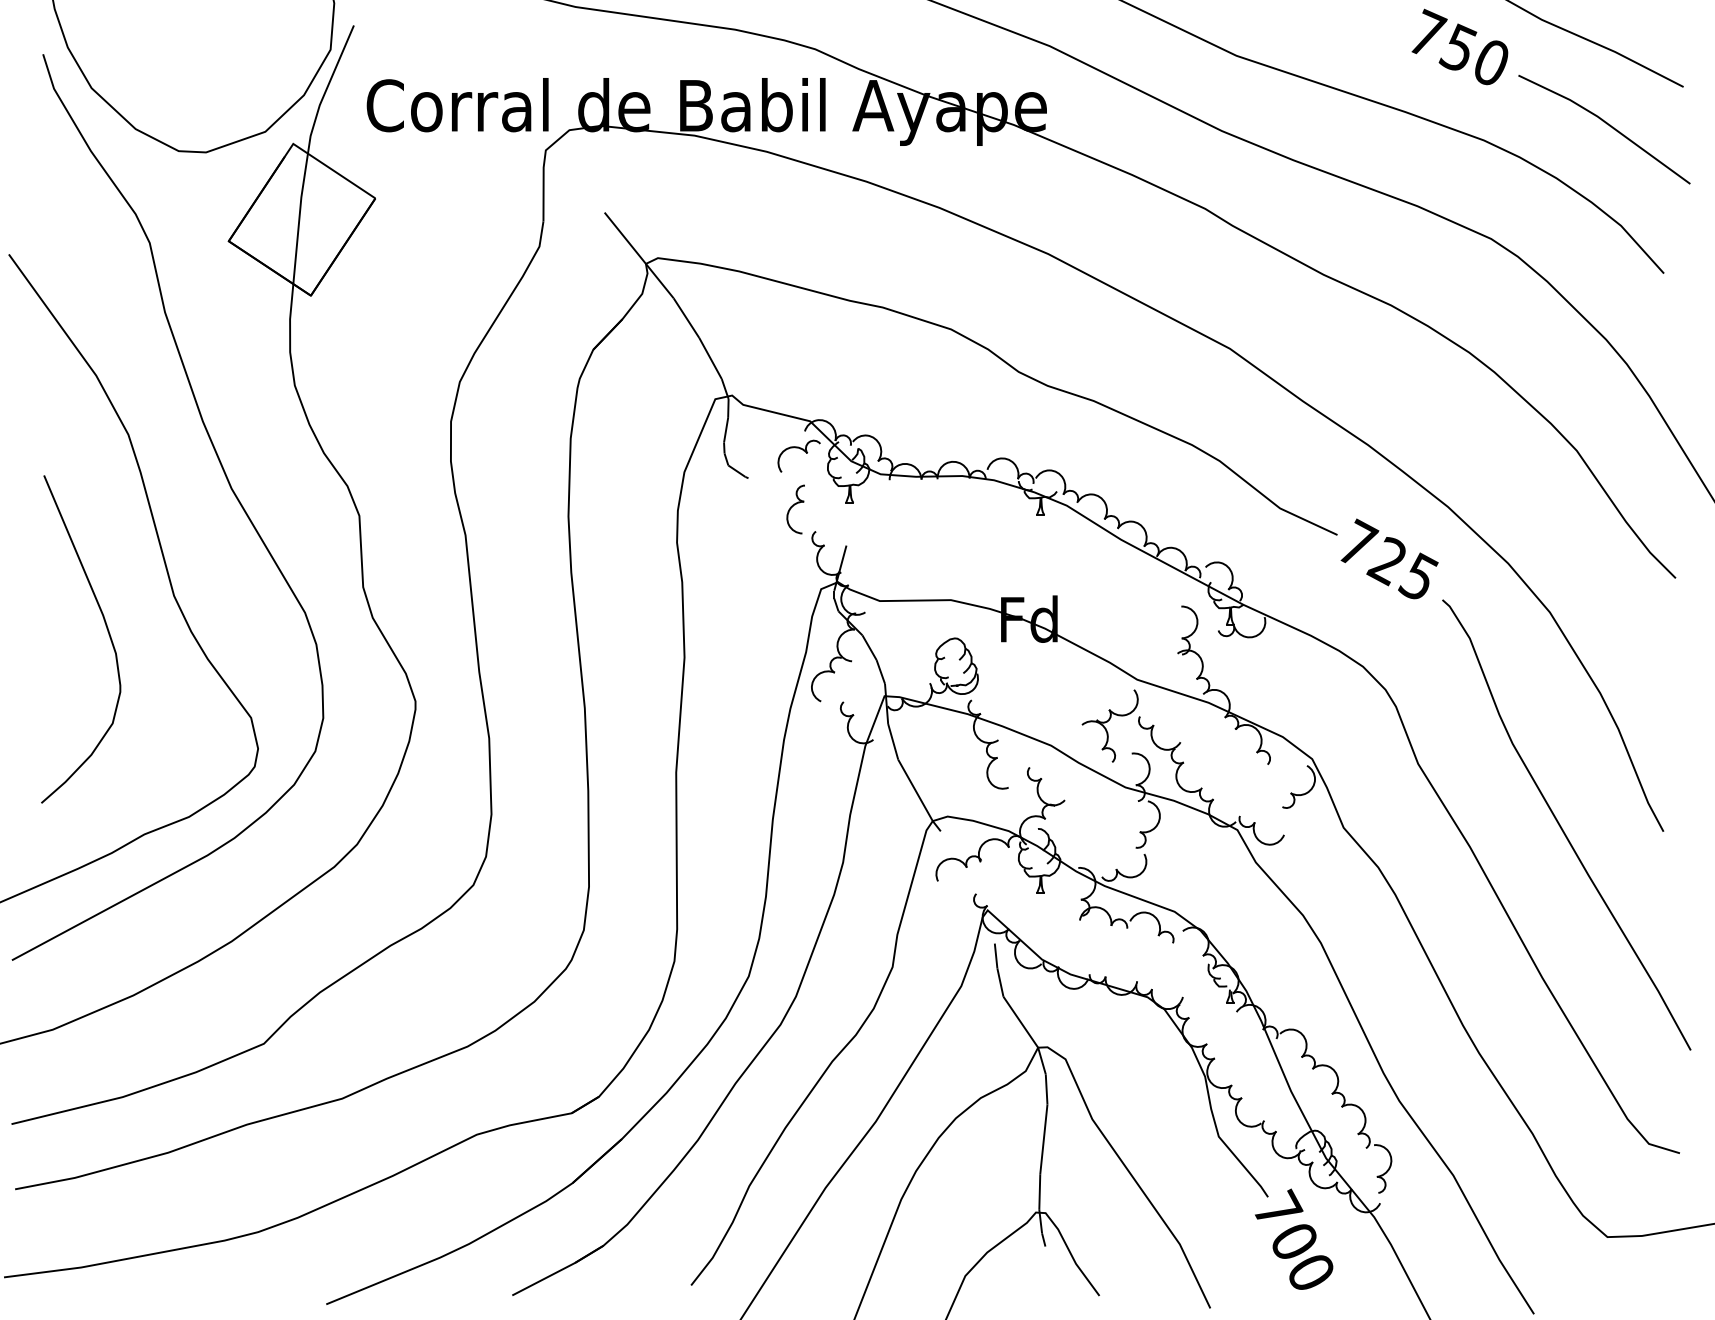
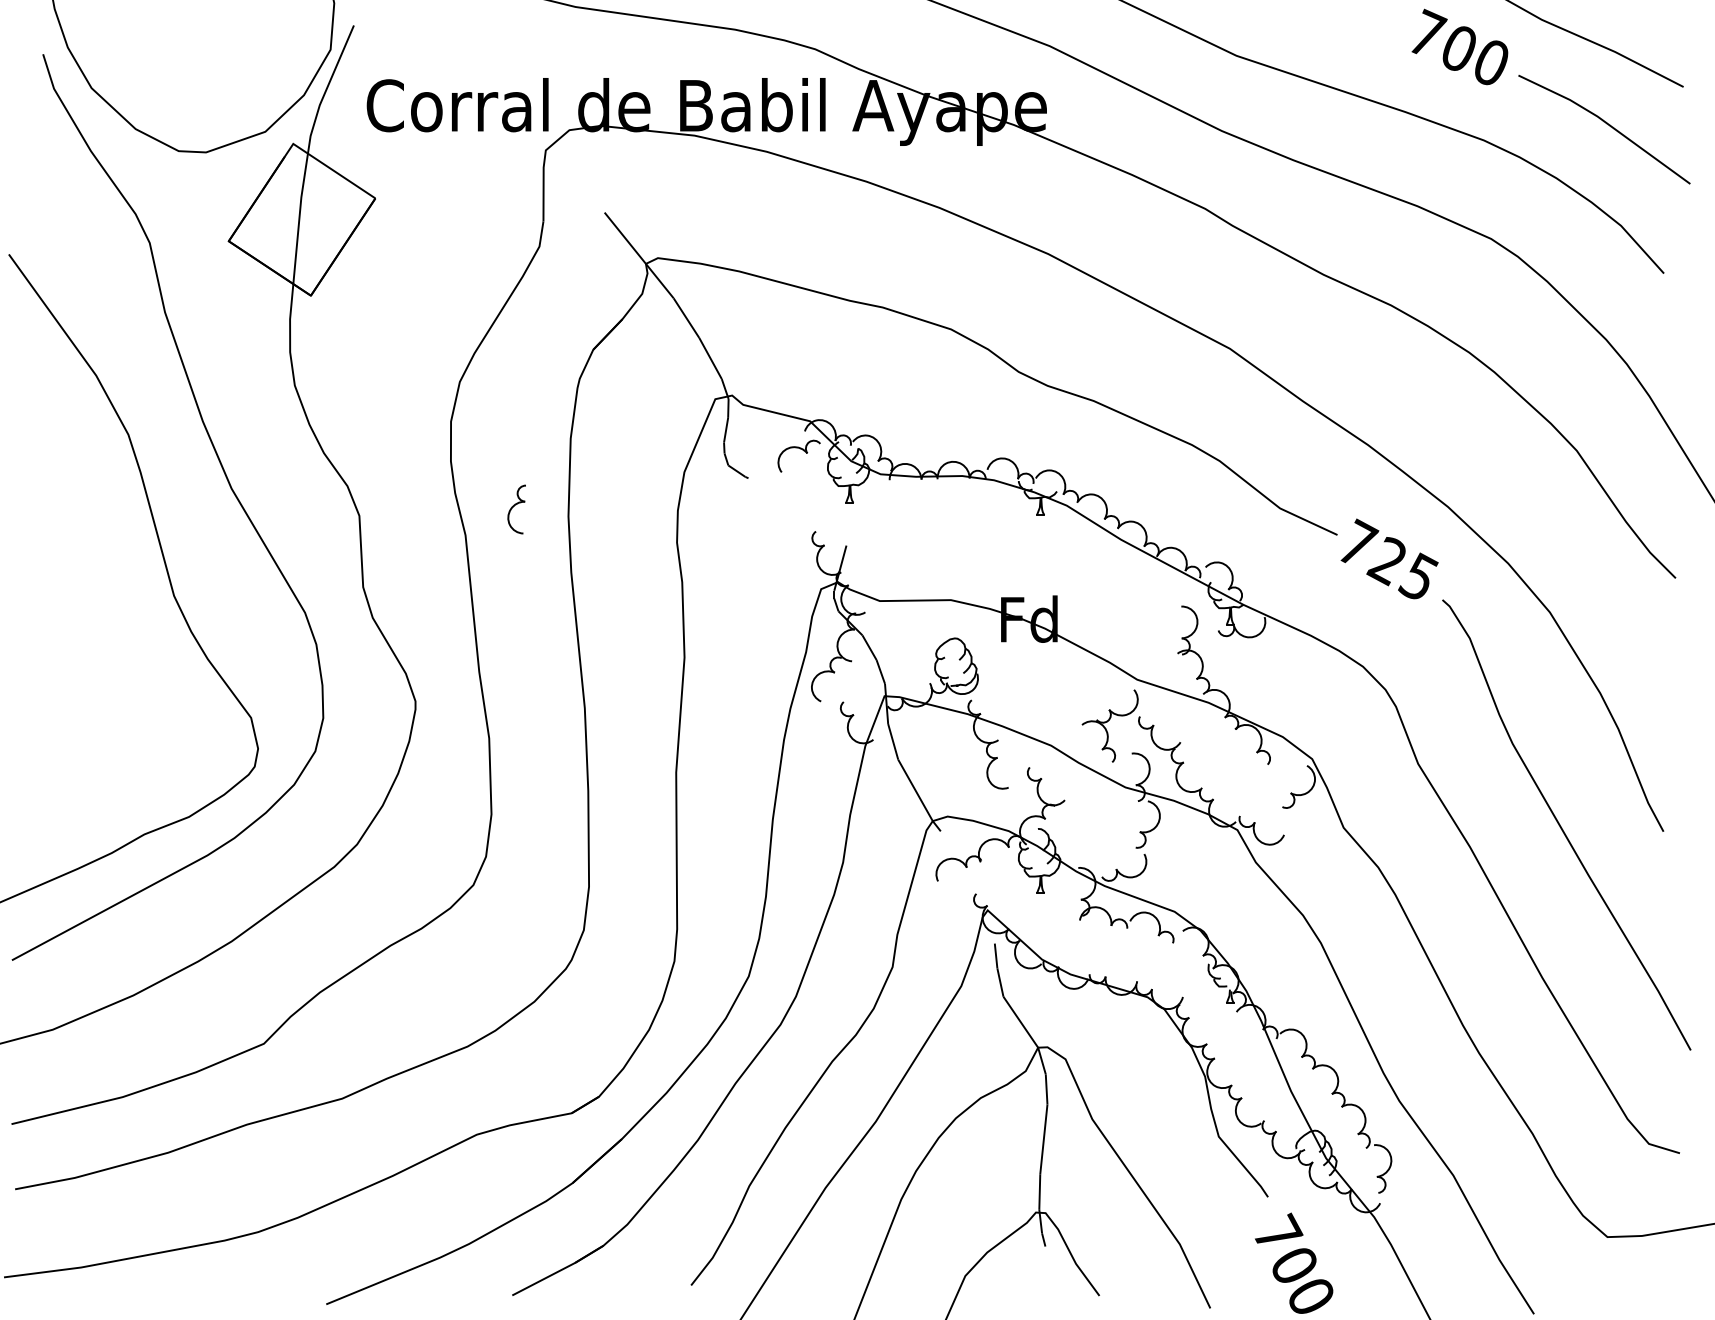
text at (1457, 46): 750 -> 700
part at (795, 509) position: (795, 509) -> (516, 509)
curve at (106, 629): present -> none
text at (1294, 1238) position: (1294, 1238) -> (1294, 1262)
